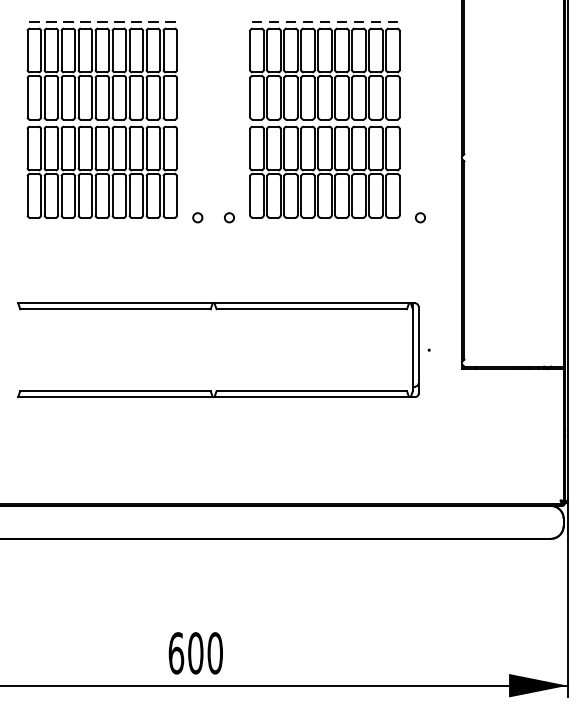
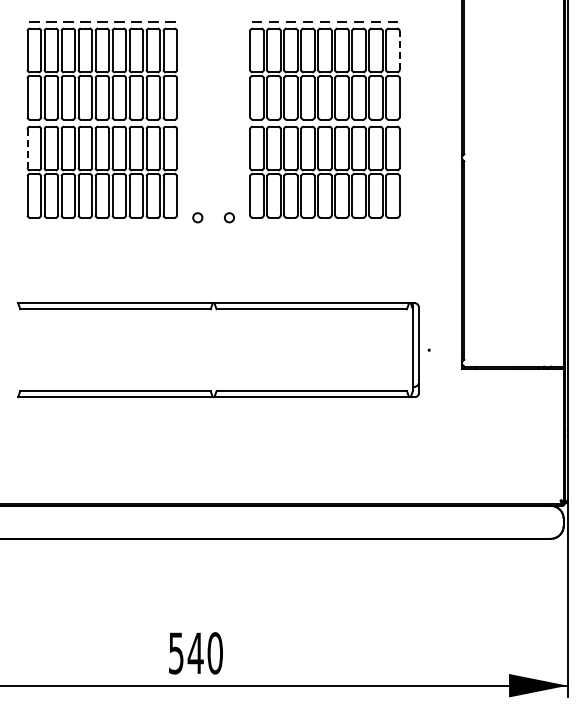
line at (399, 50): solid -> dashed
line at (27, 148): solid -> dashed
circle at (420, 217): present -> none
text at (185, 653): 600 -> 540
